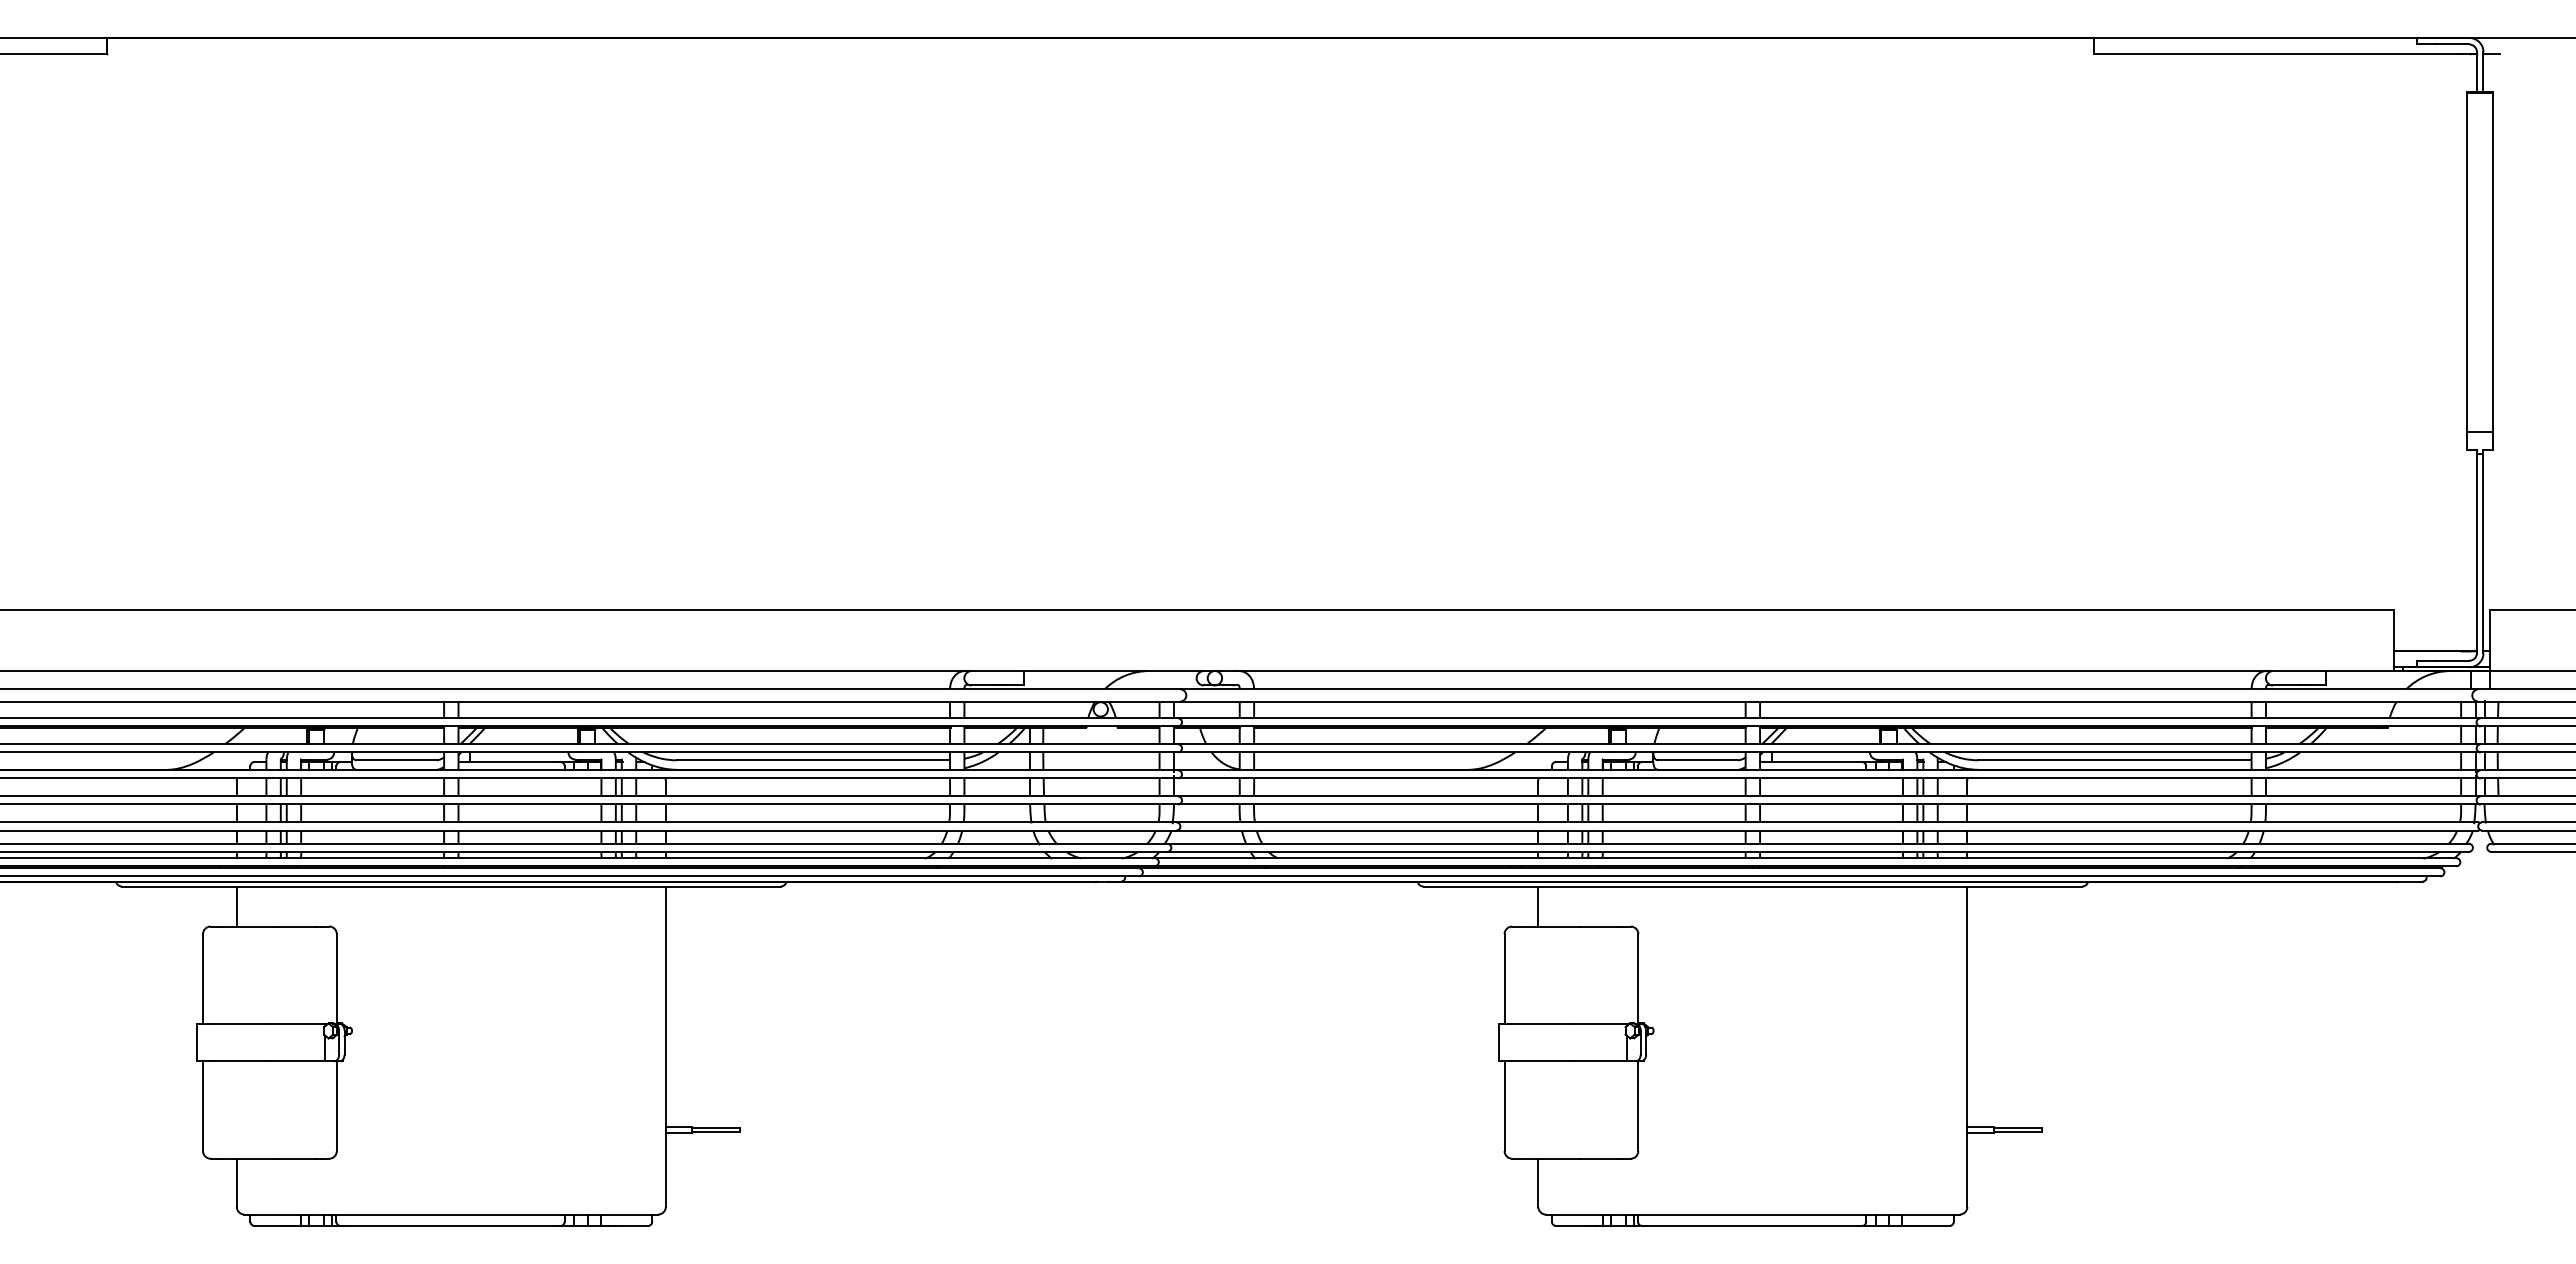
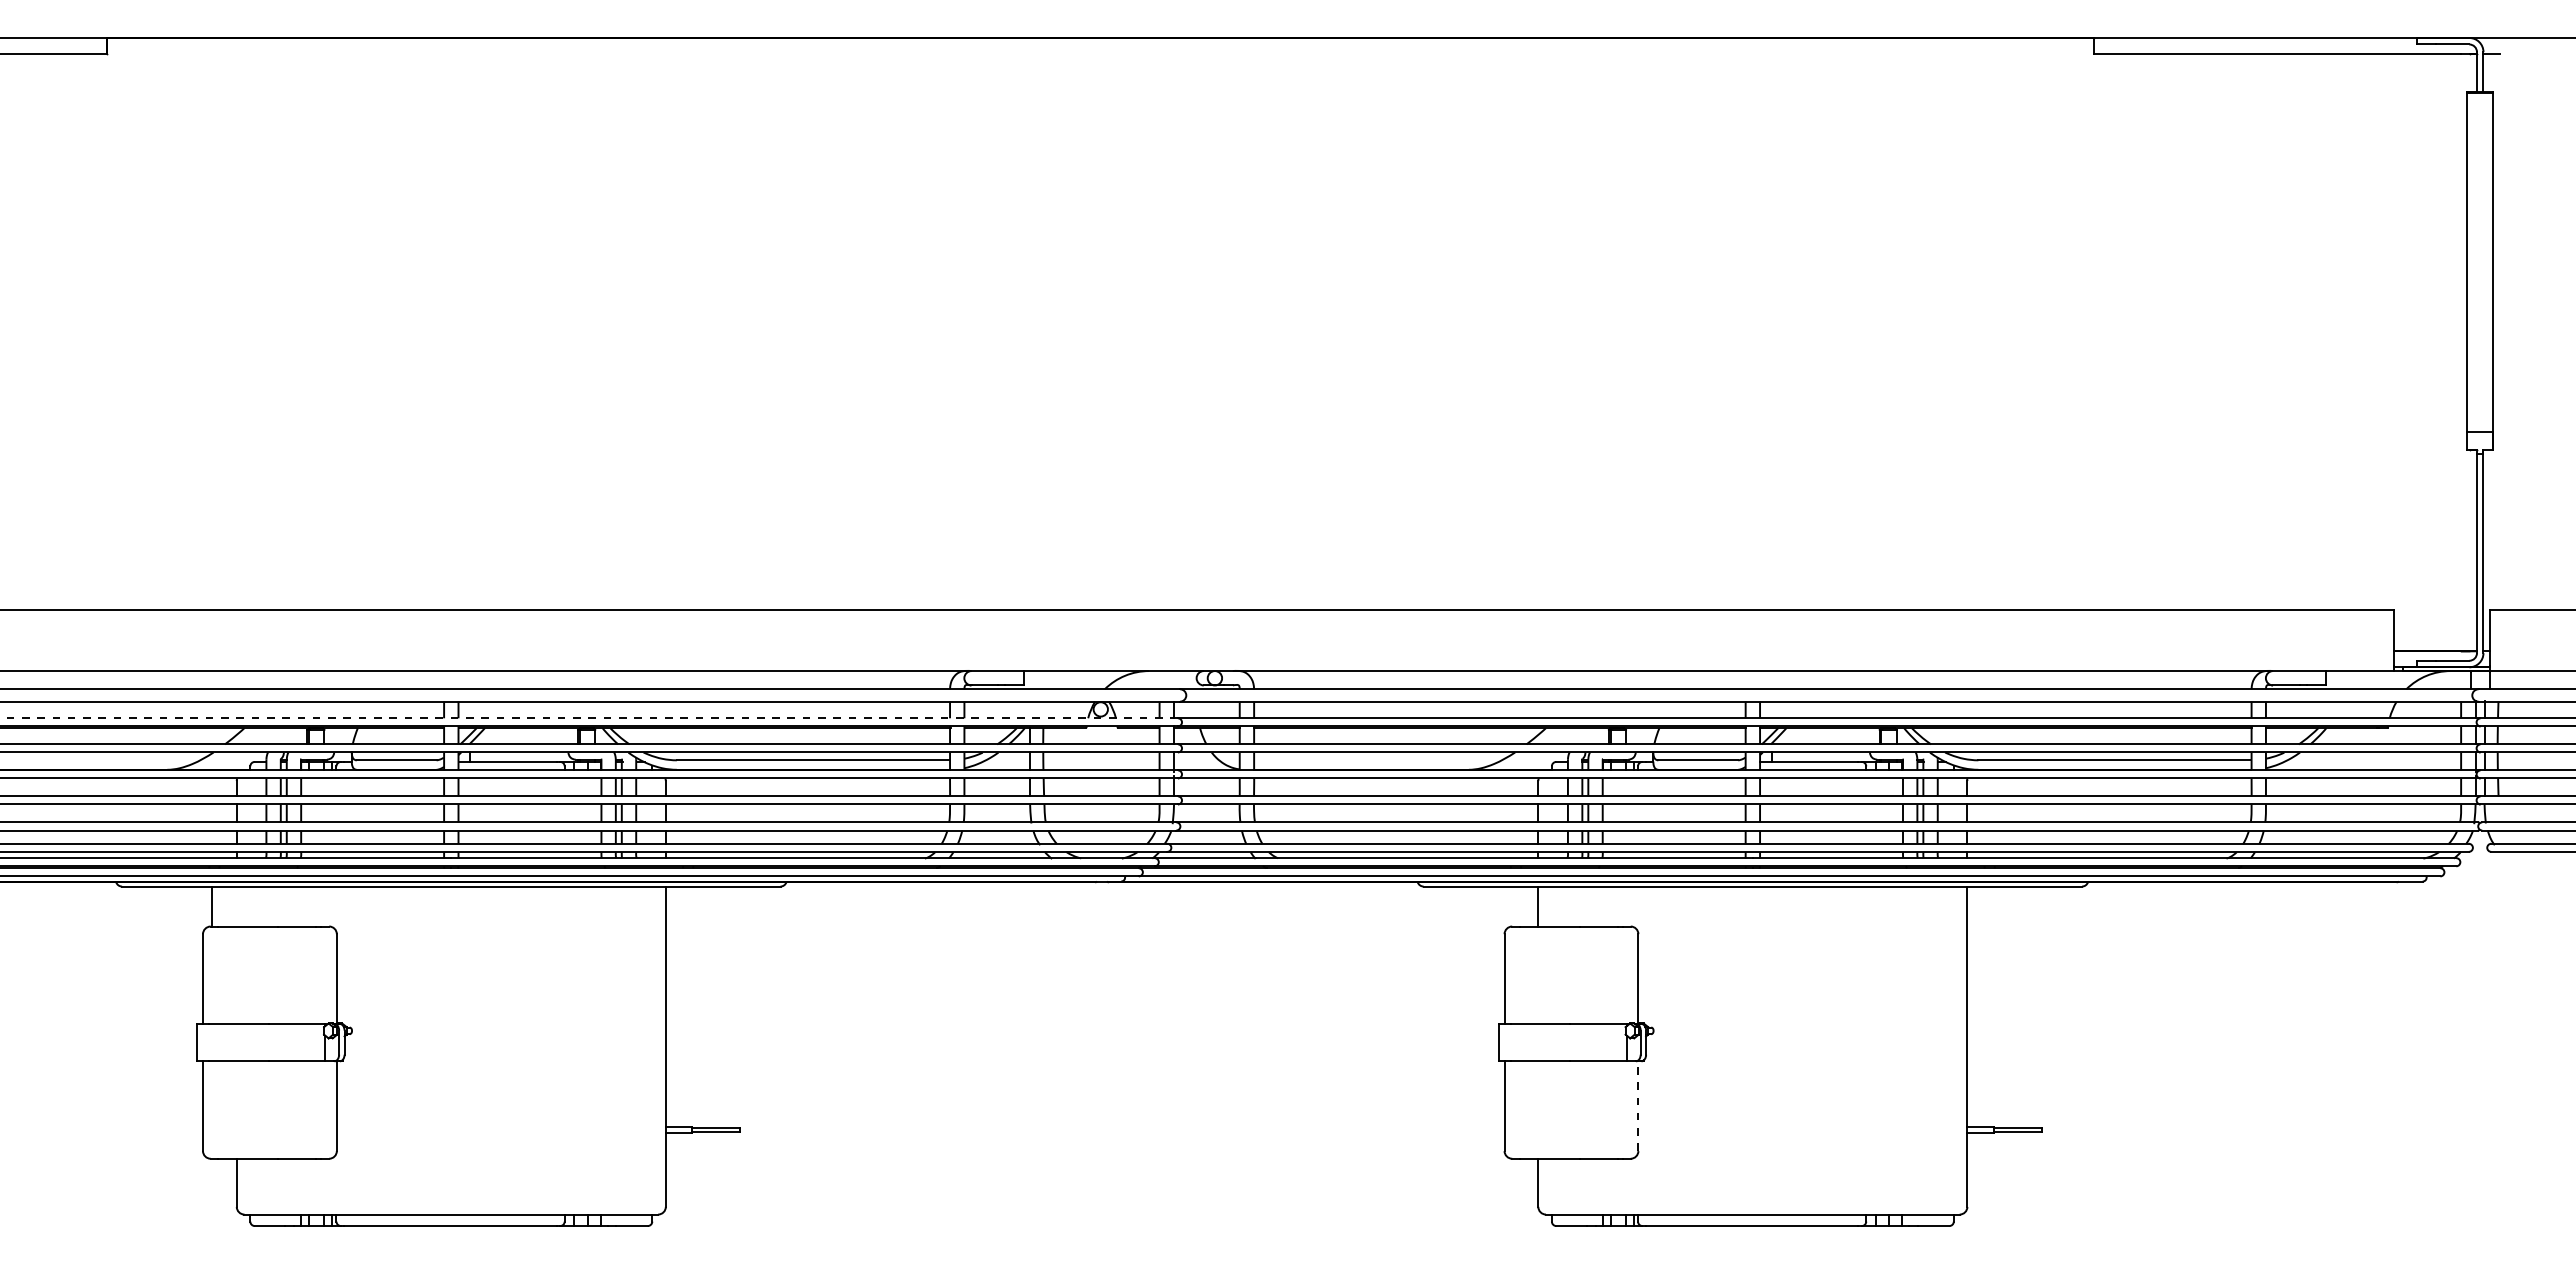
line at (589, 718): solid -> dashed
line at (236, 906) position: (236, 906) -> (211, 906)
line at (1638, 1106): solid -> dashed
